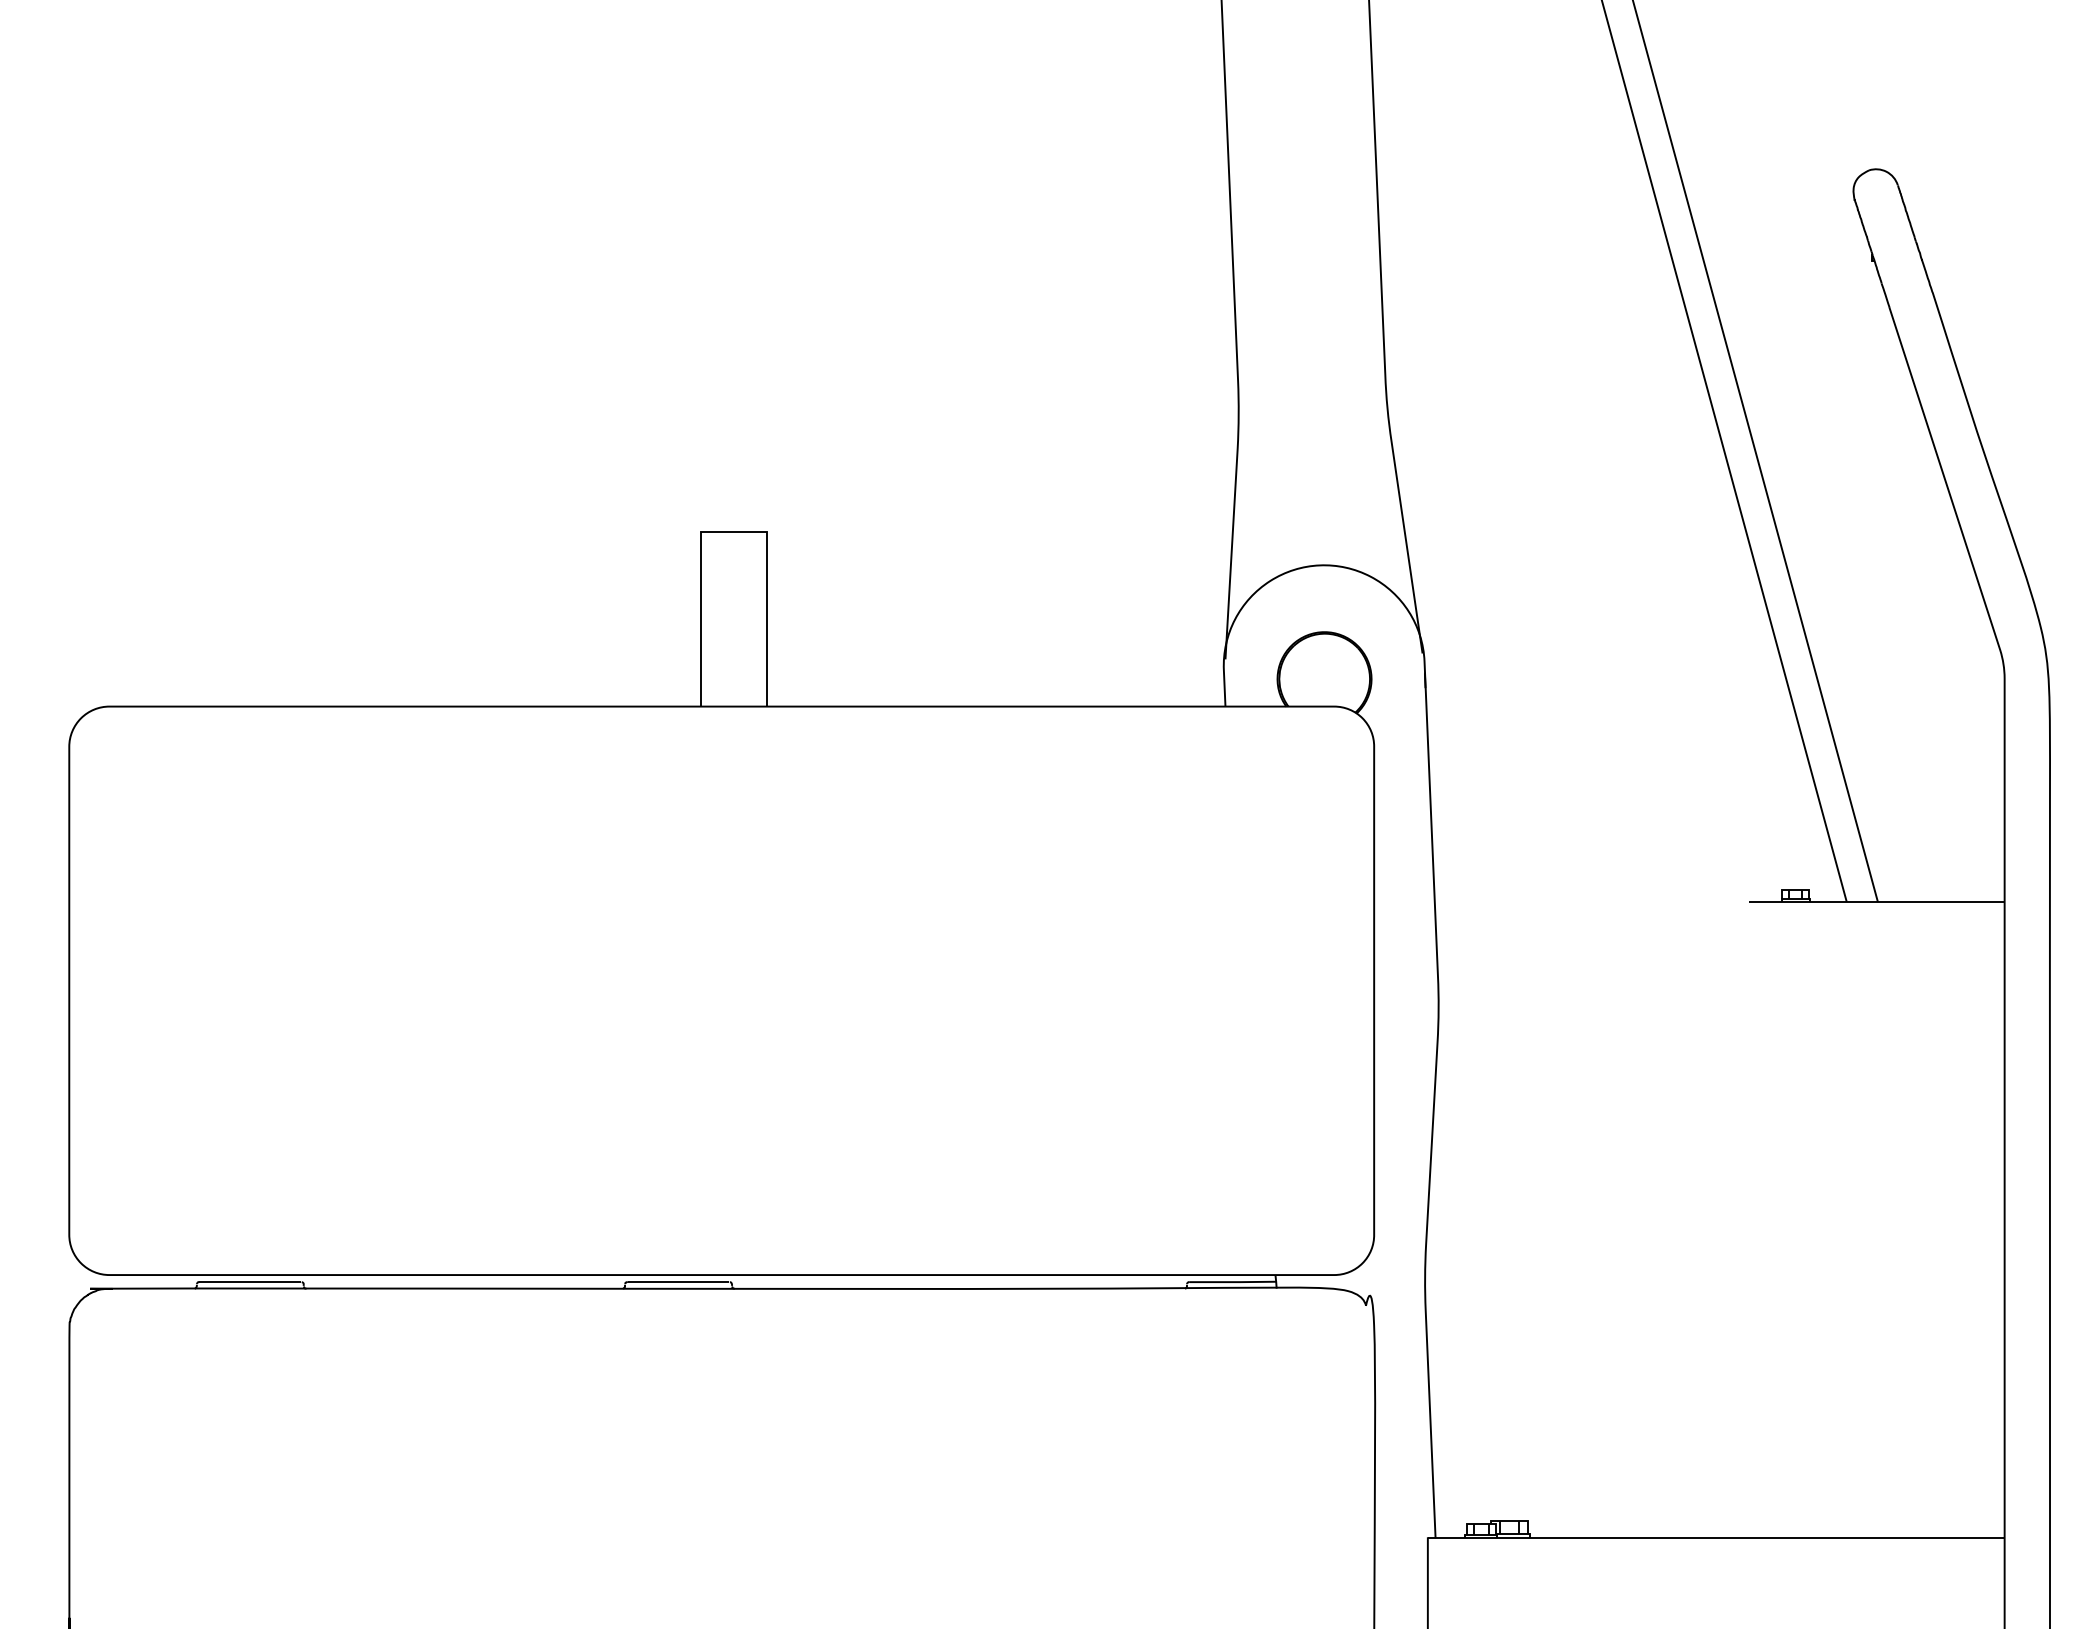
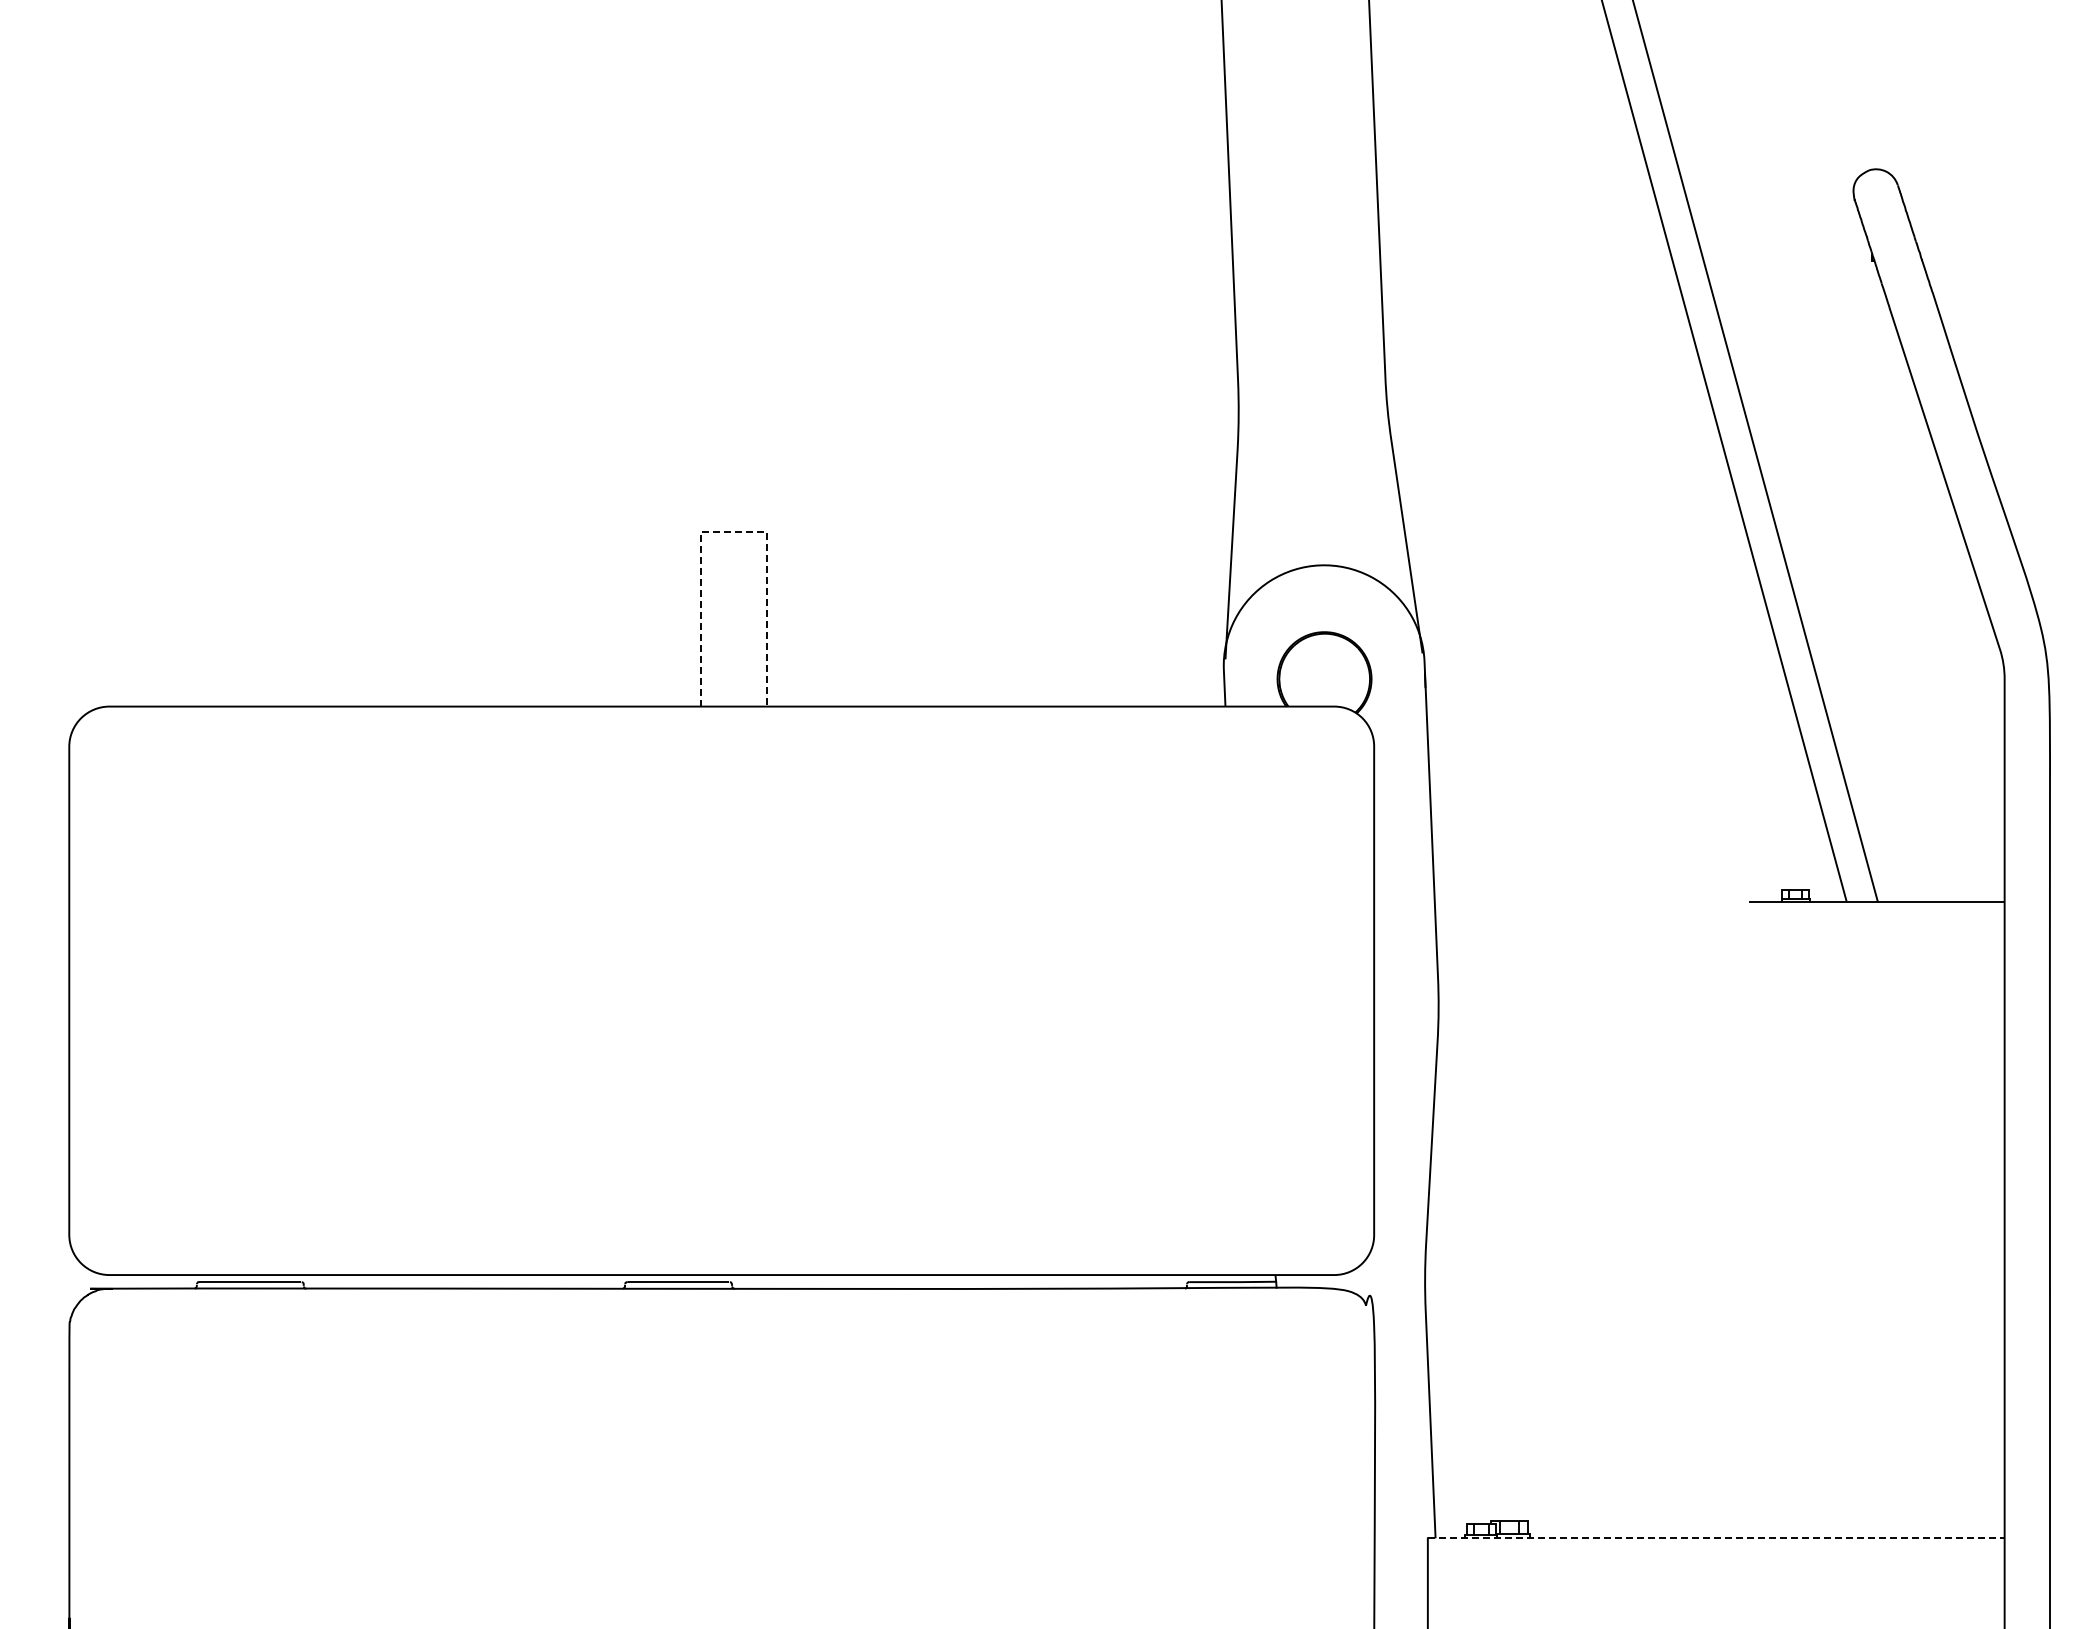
line at (734, 532): solid -> dashed
line at (1716, 1538): solid -> dashed
